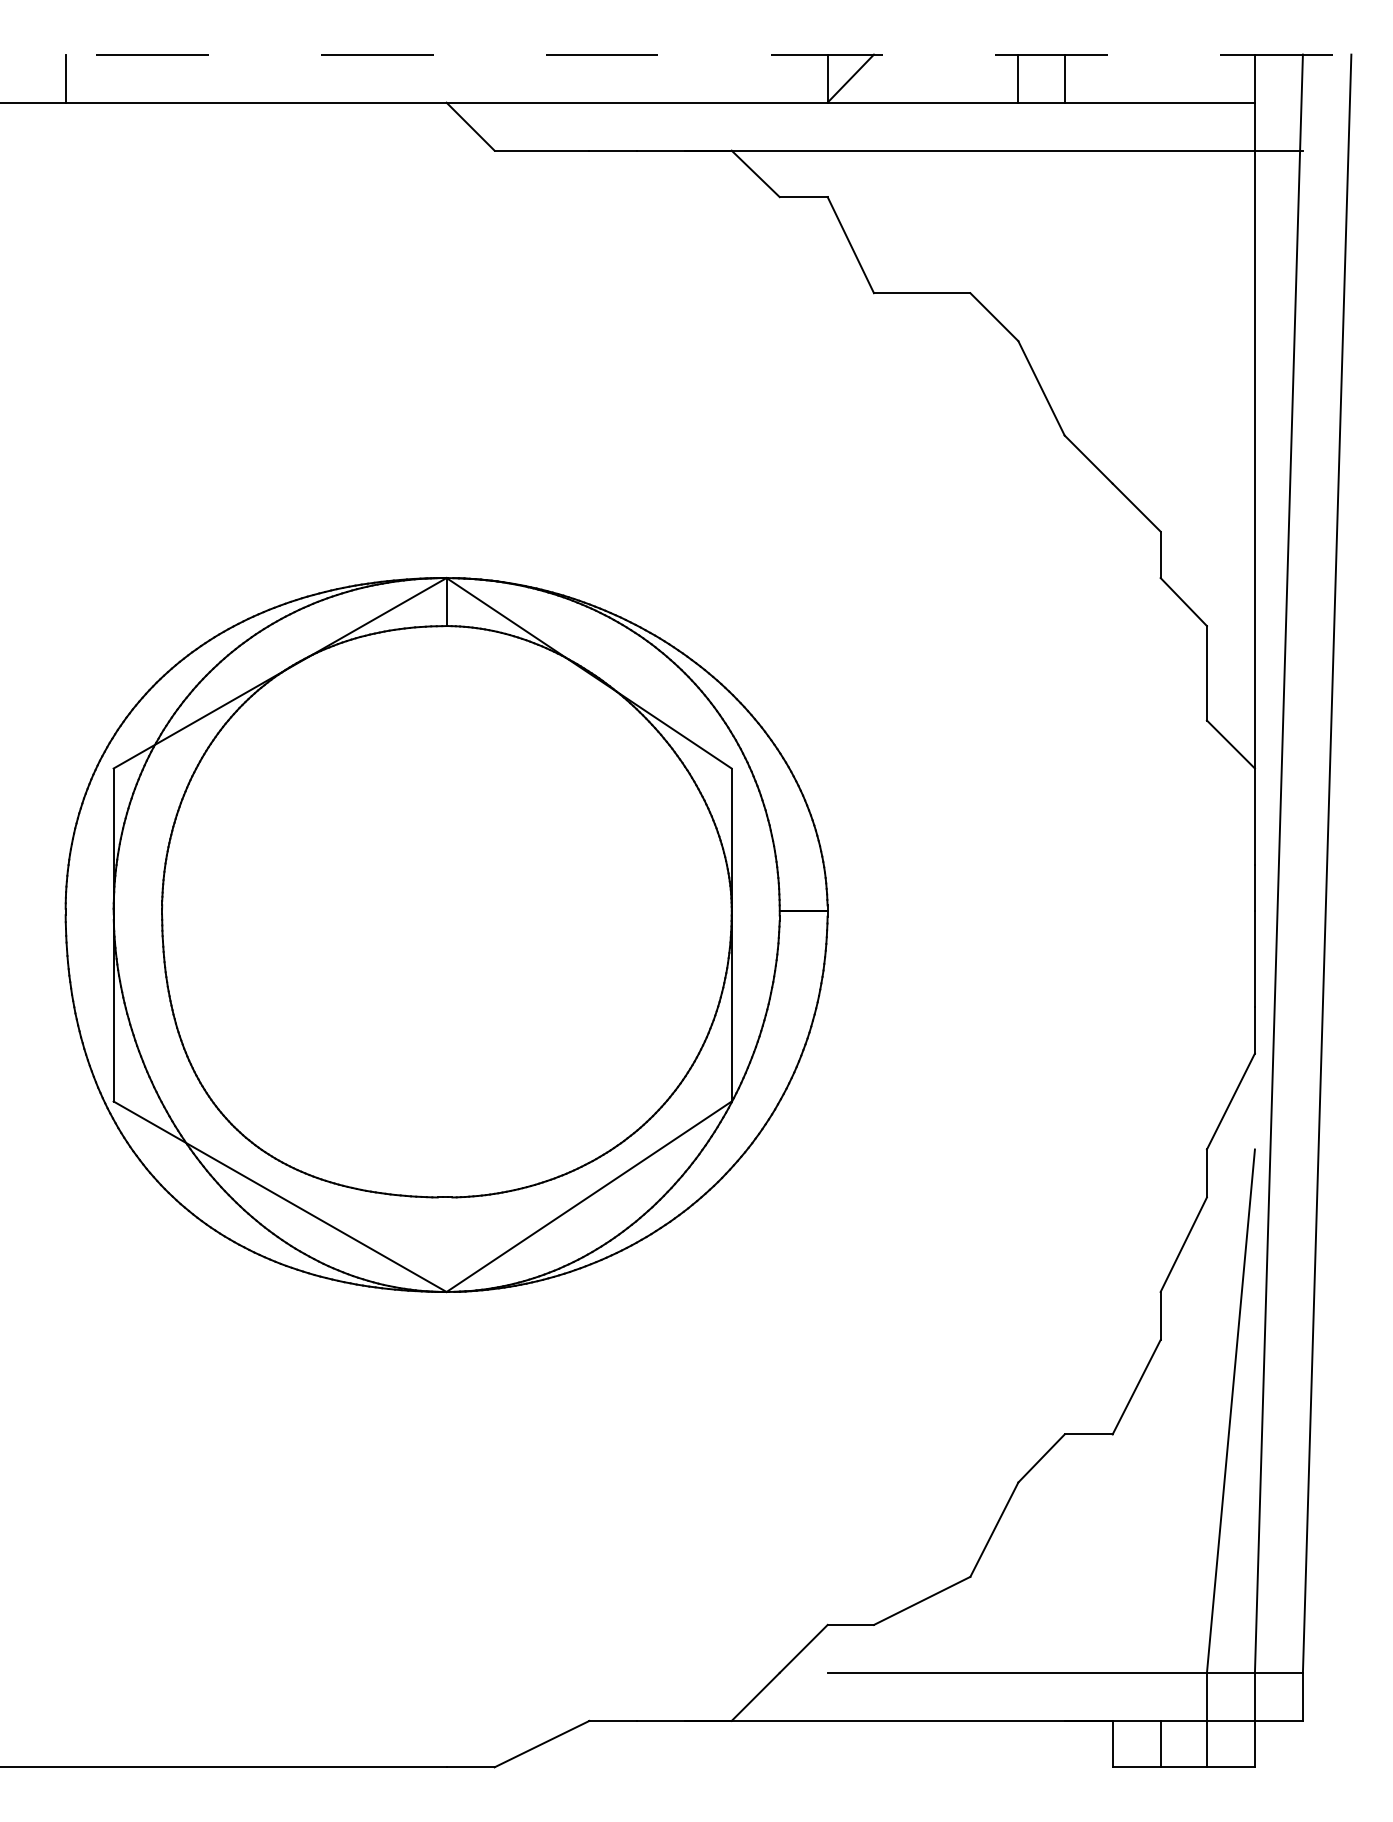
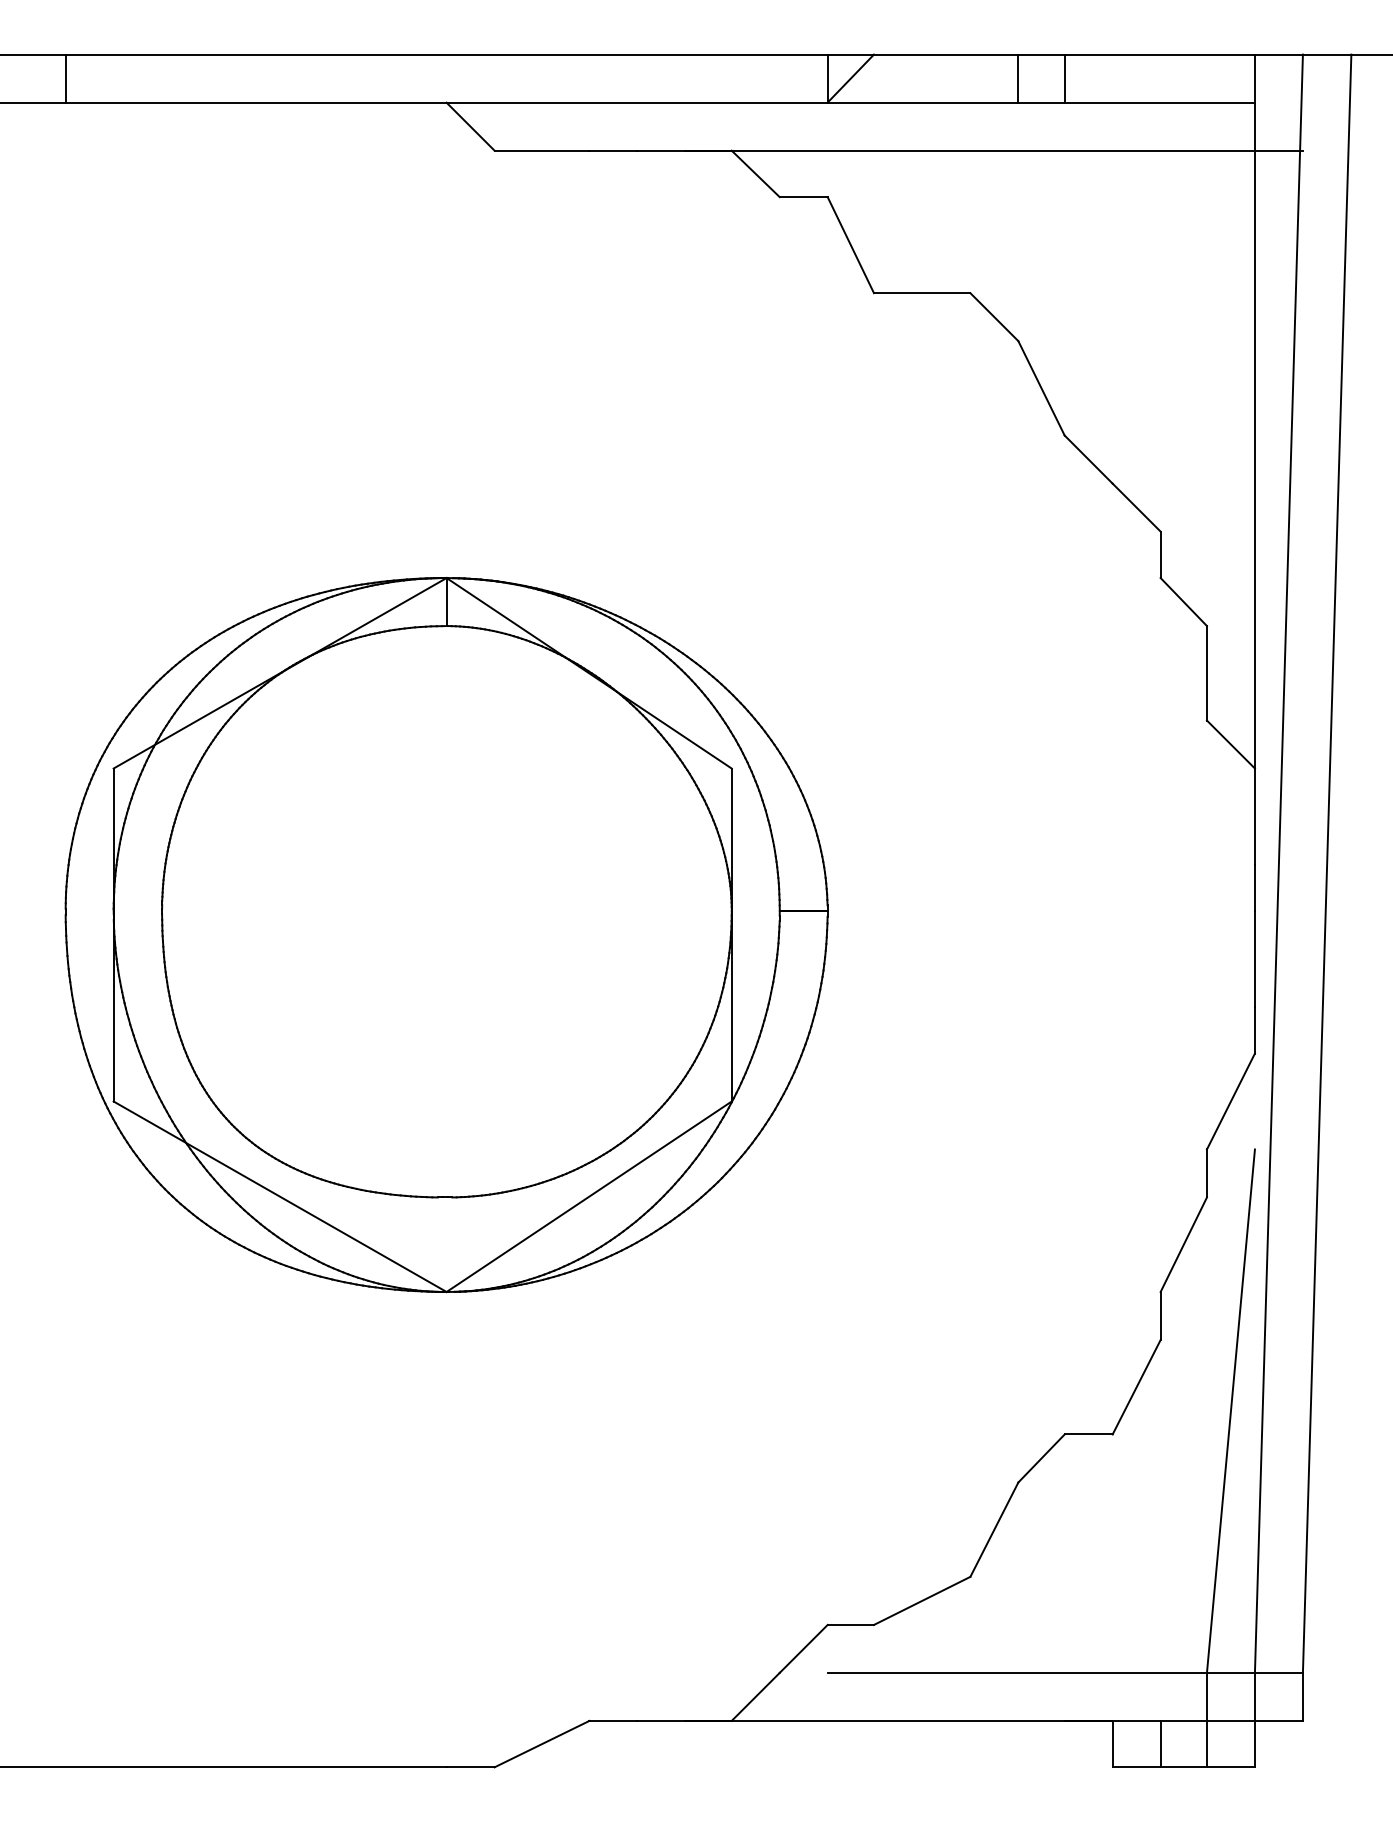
line at (696, 54): dashed -> solid
